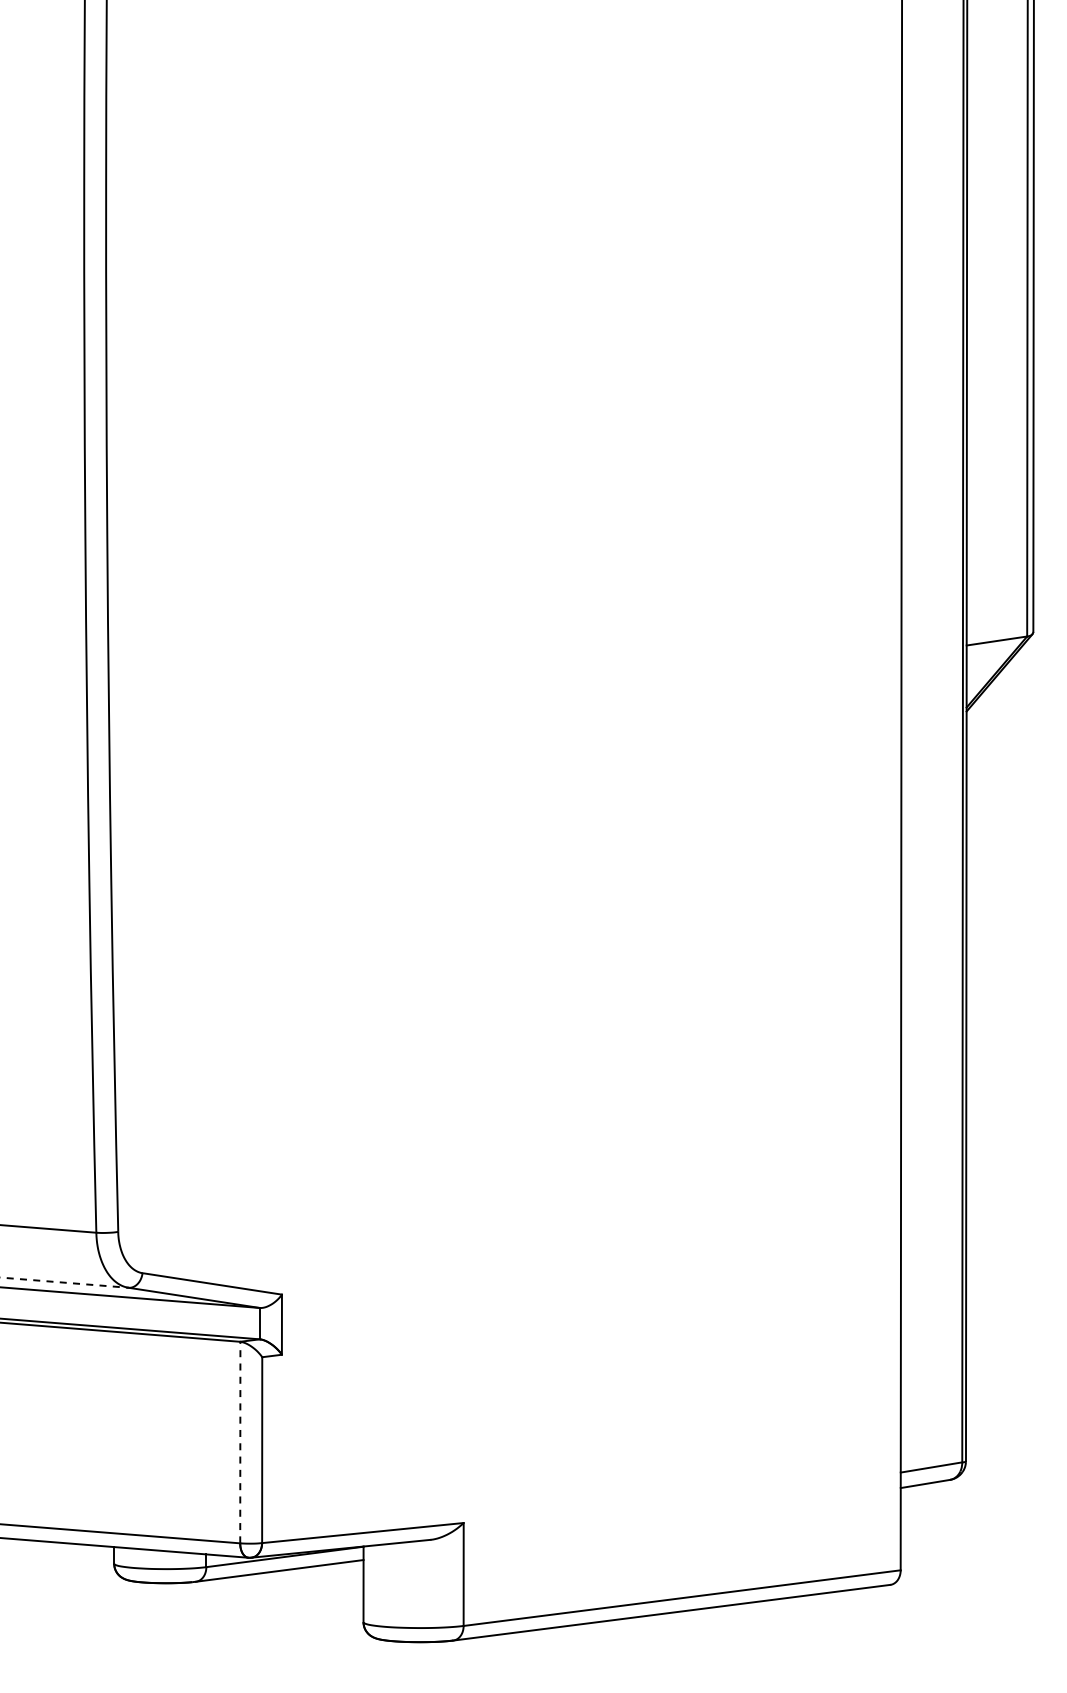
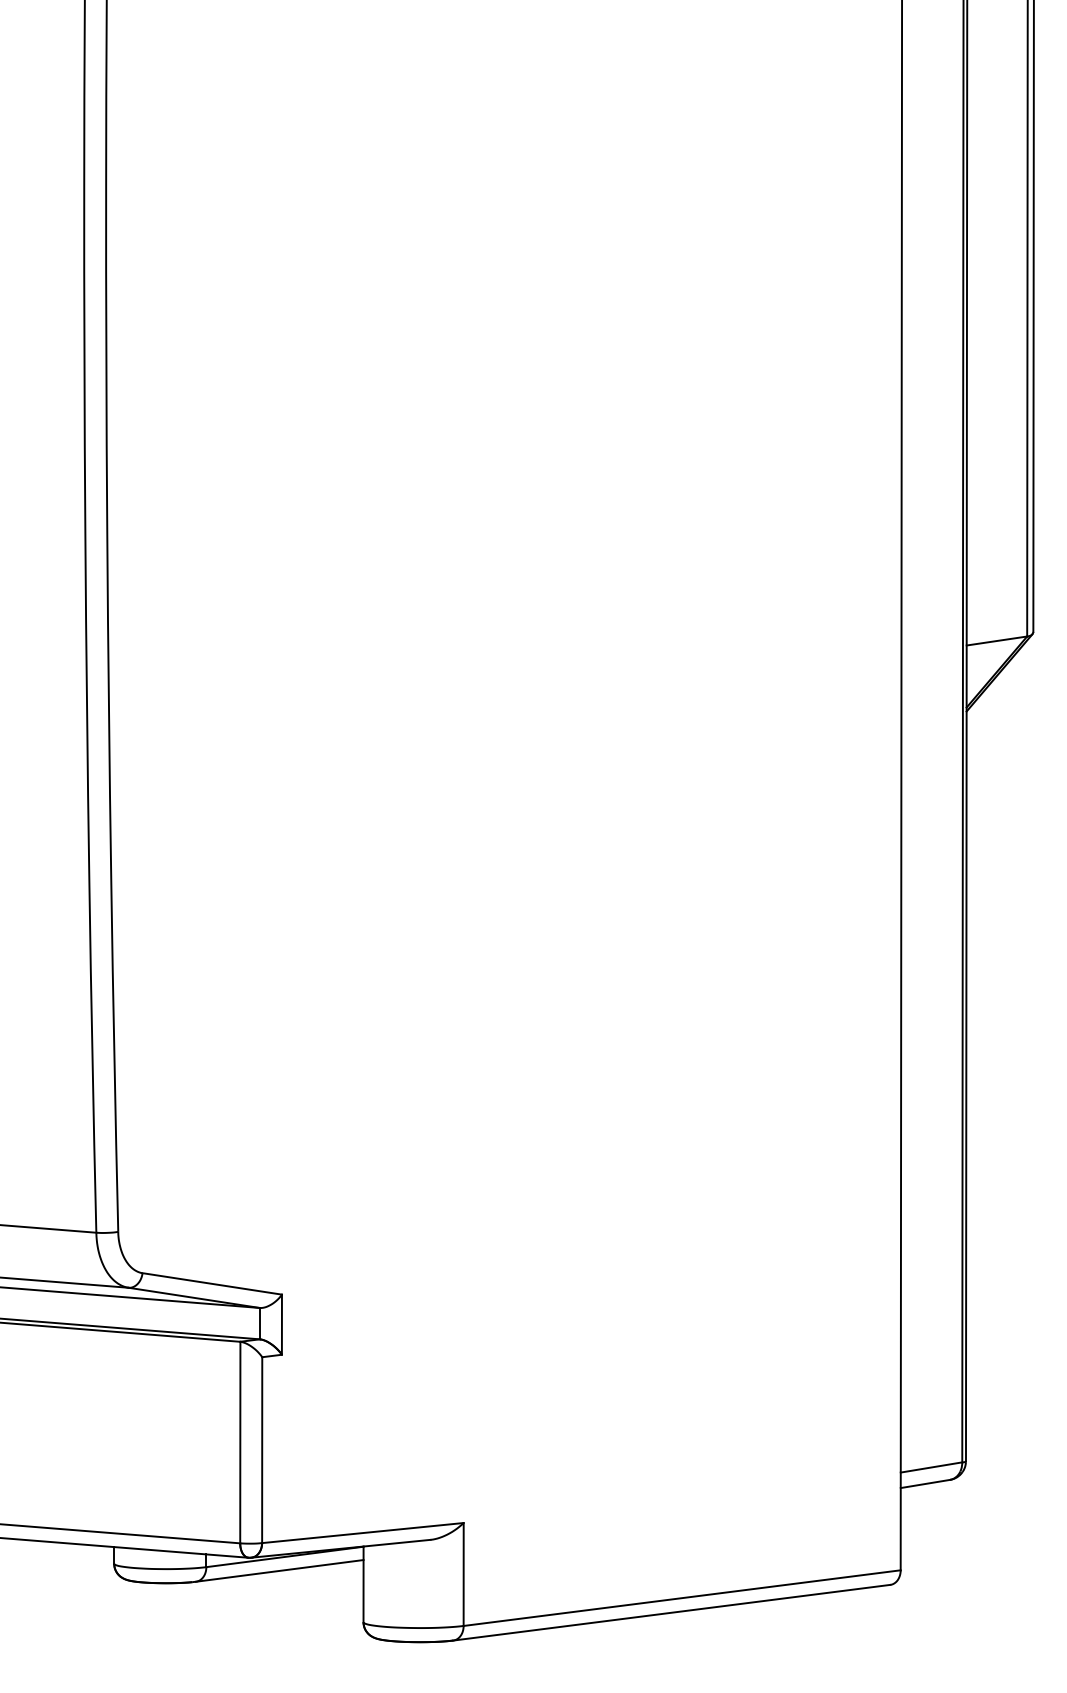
line at (64, 1282): dashed -> solid
line at (240, 1442): dashed -> solid
